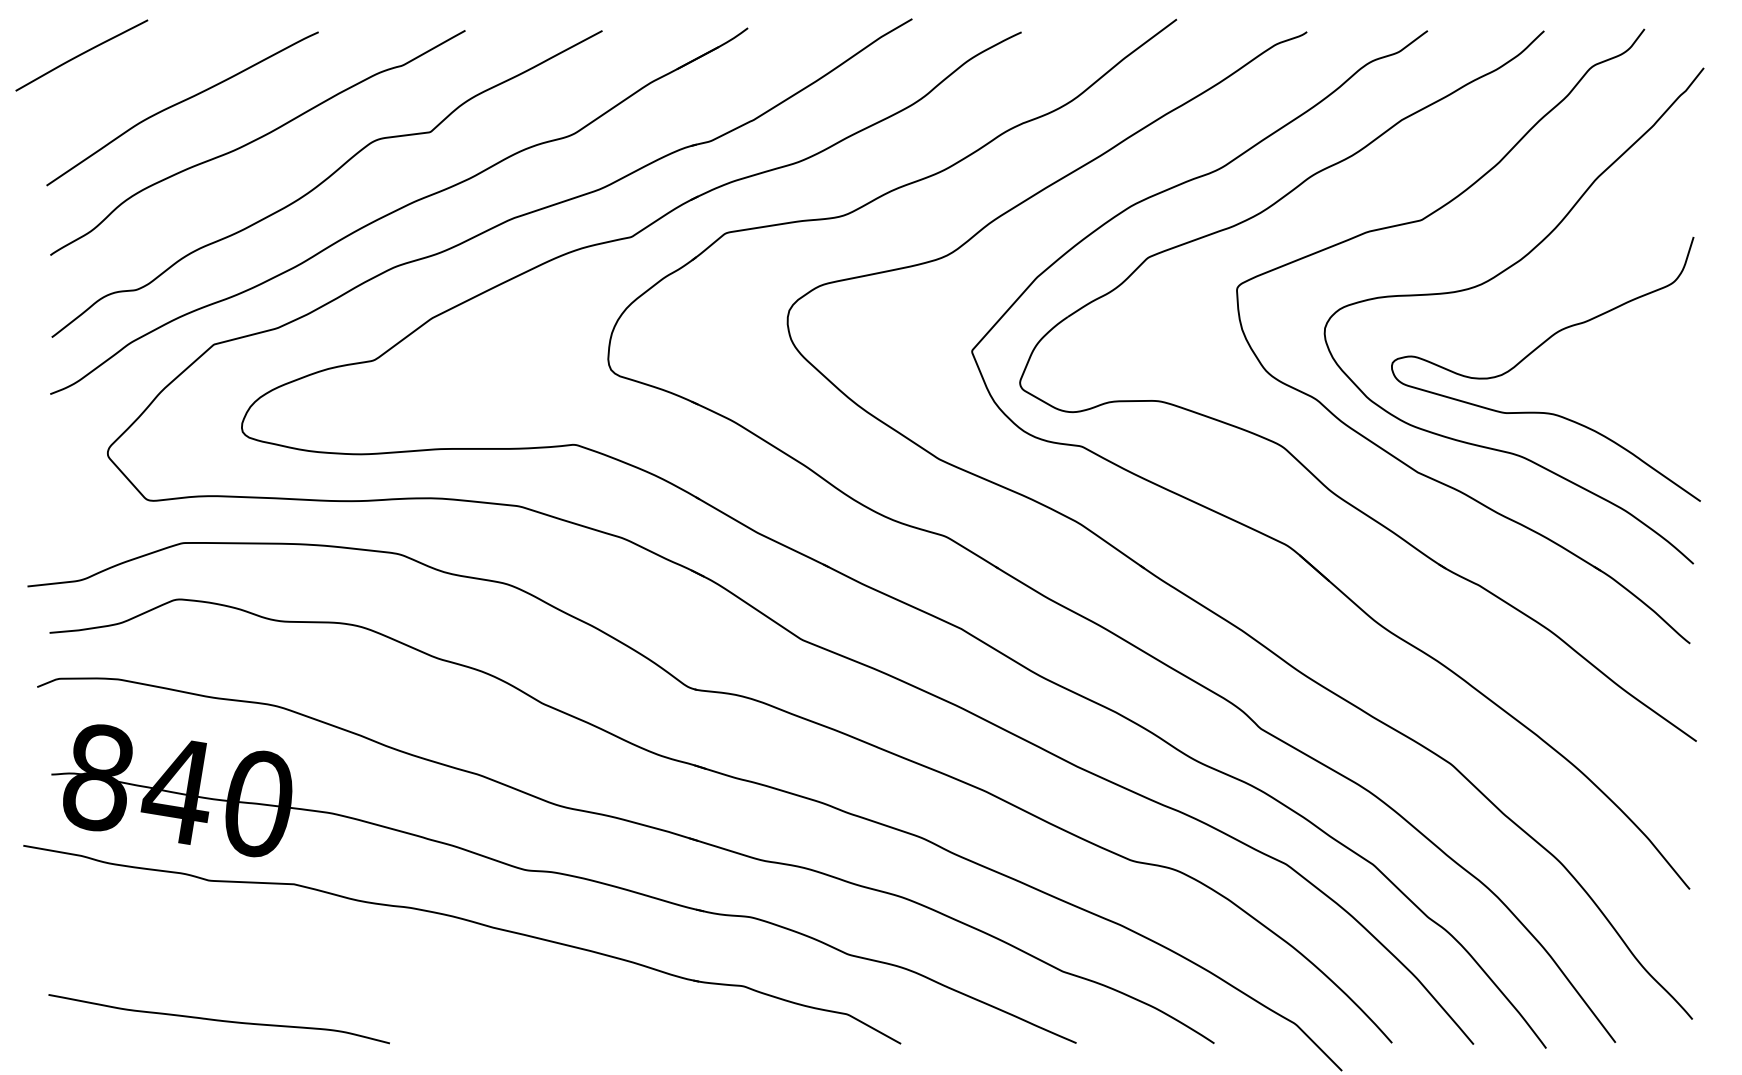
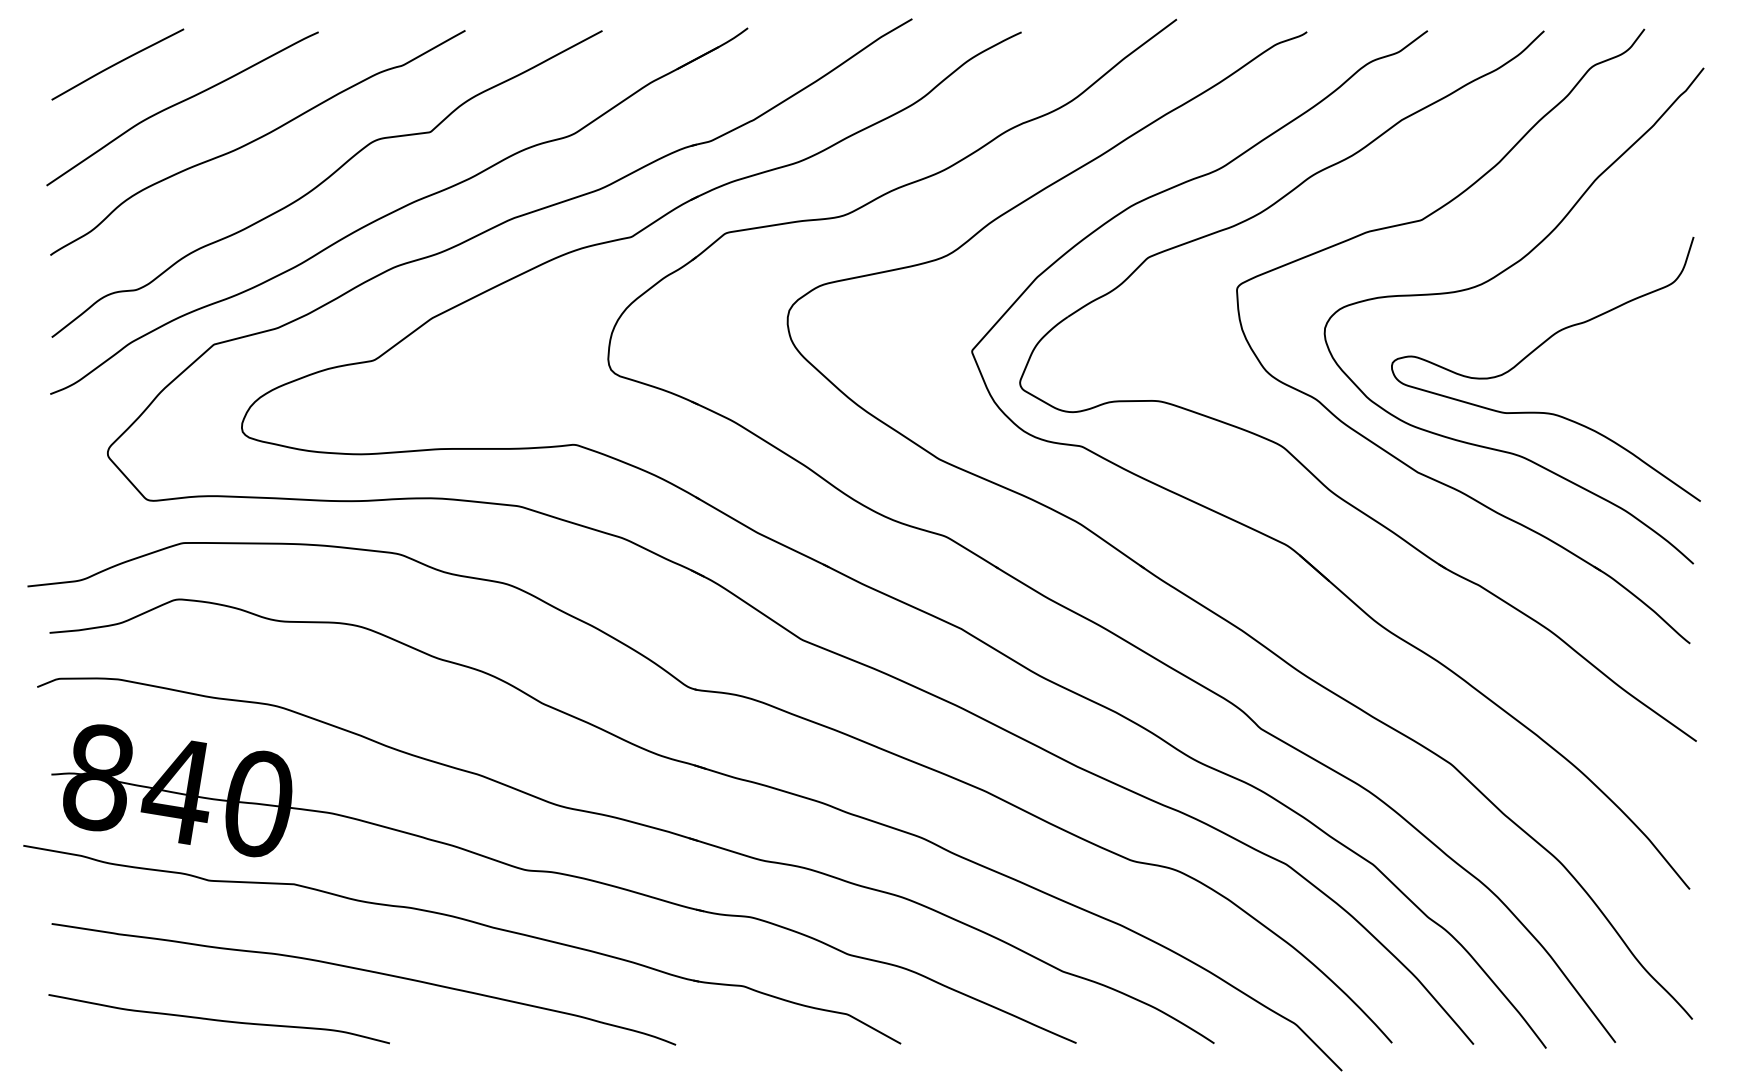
curve at (81, 55) position: (81, 55) -> (117, 64)
curve at (364, 971): none -> present
